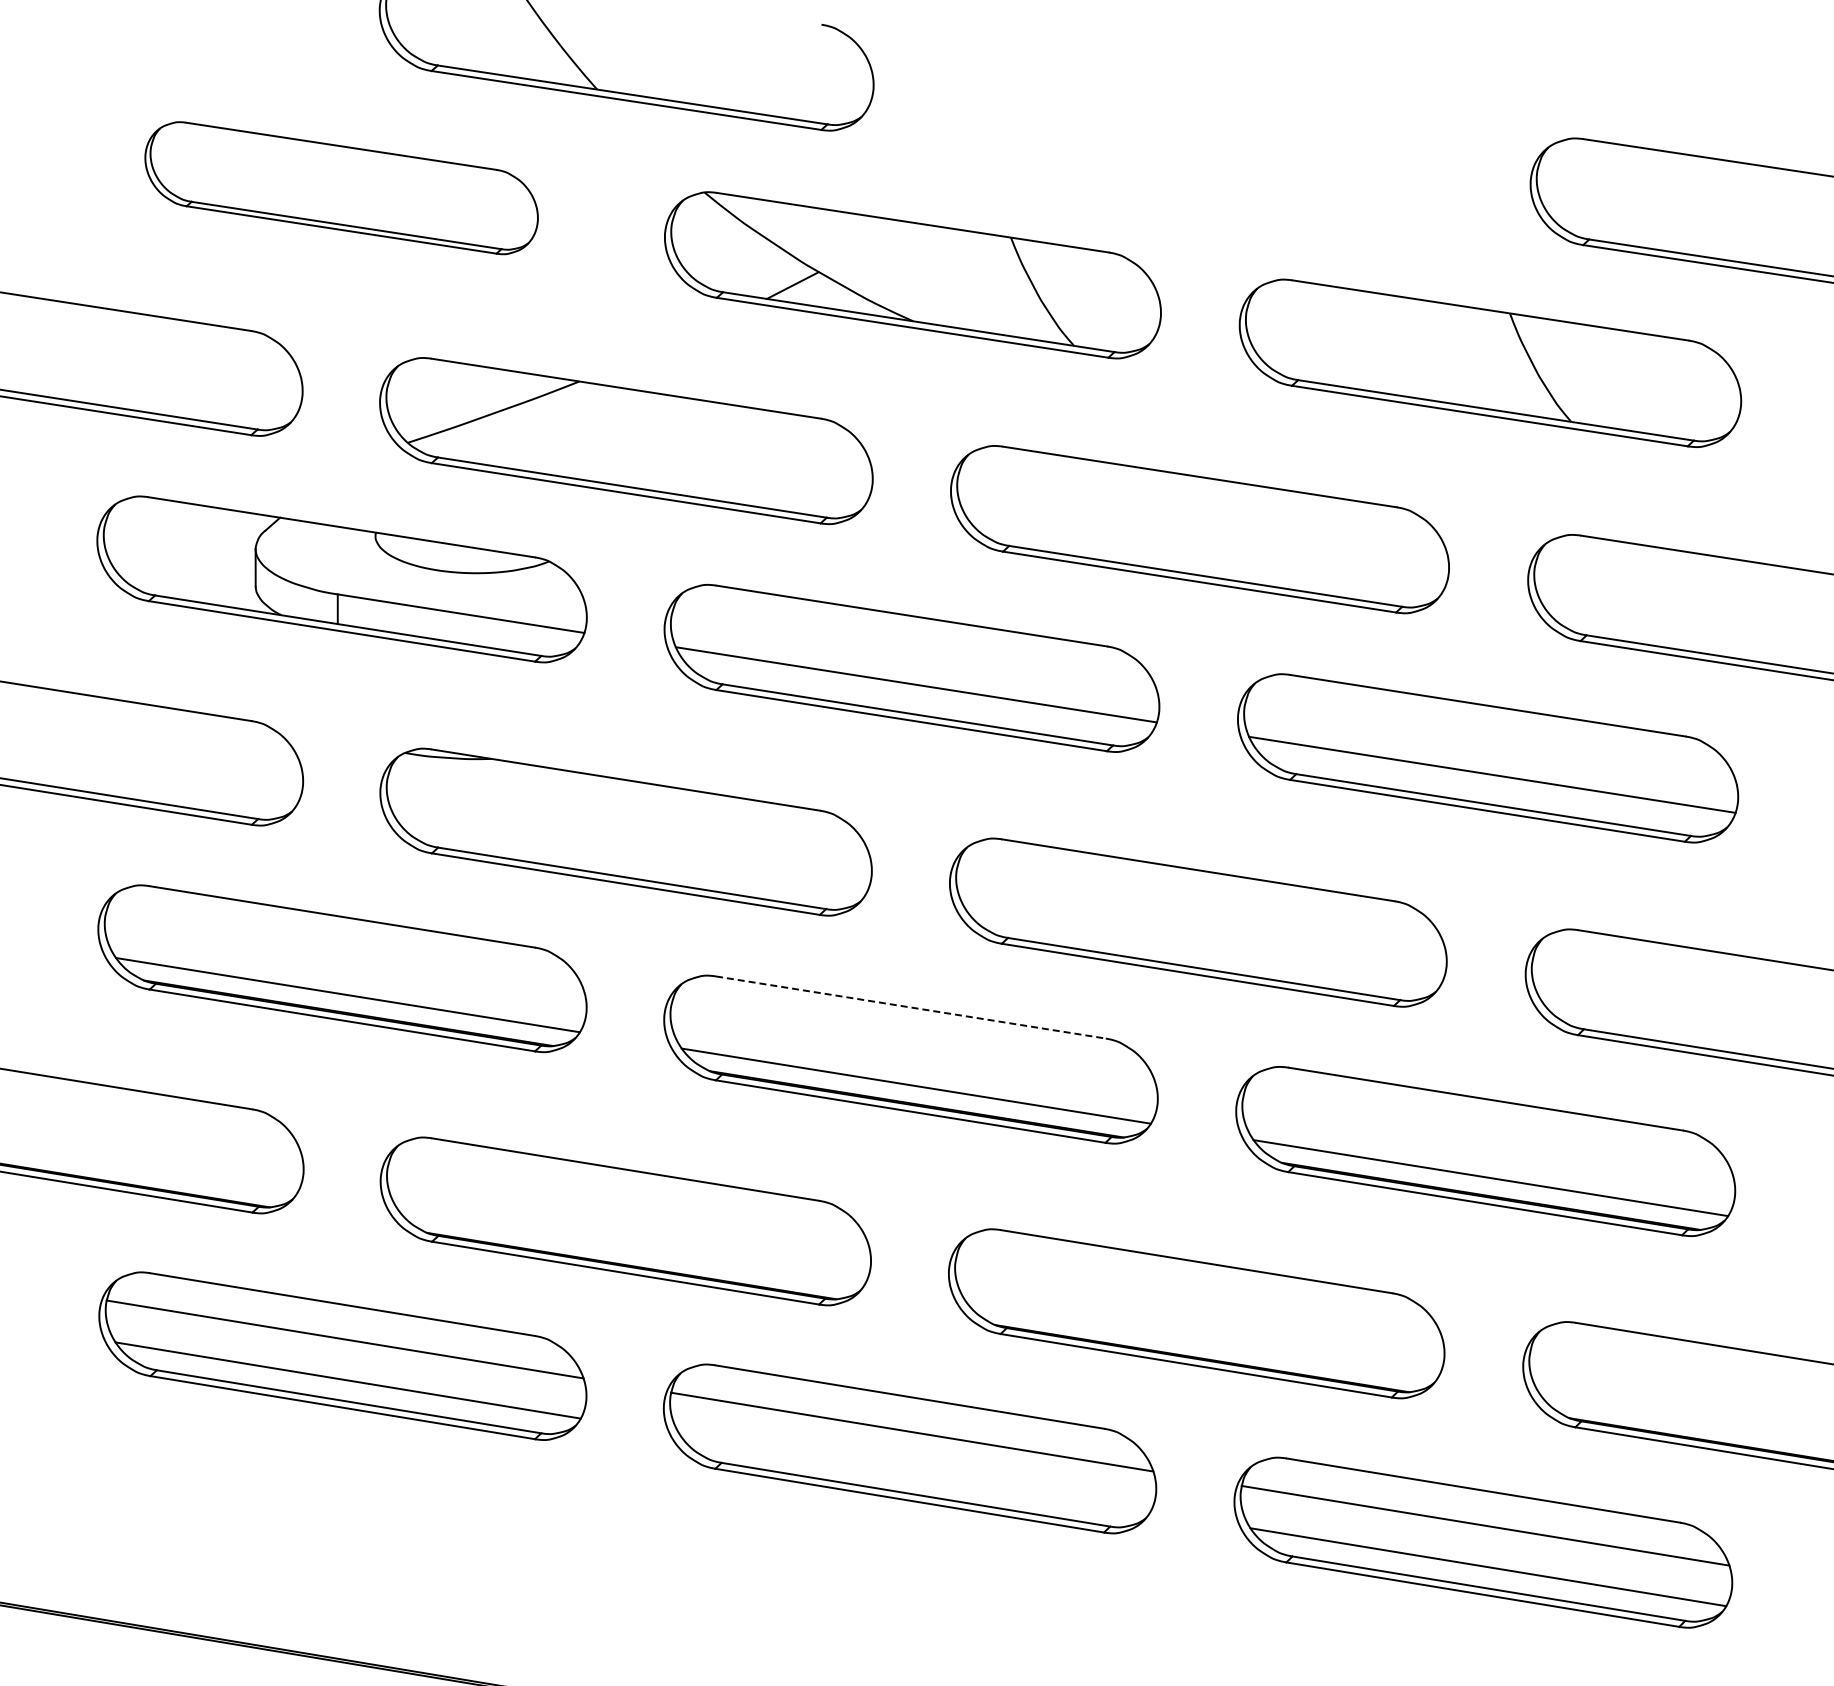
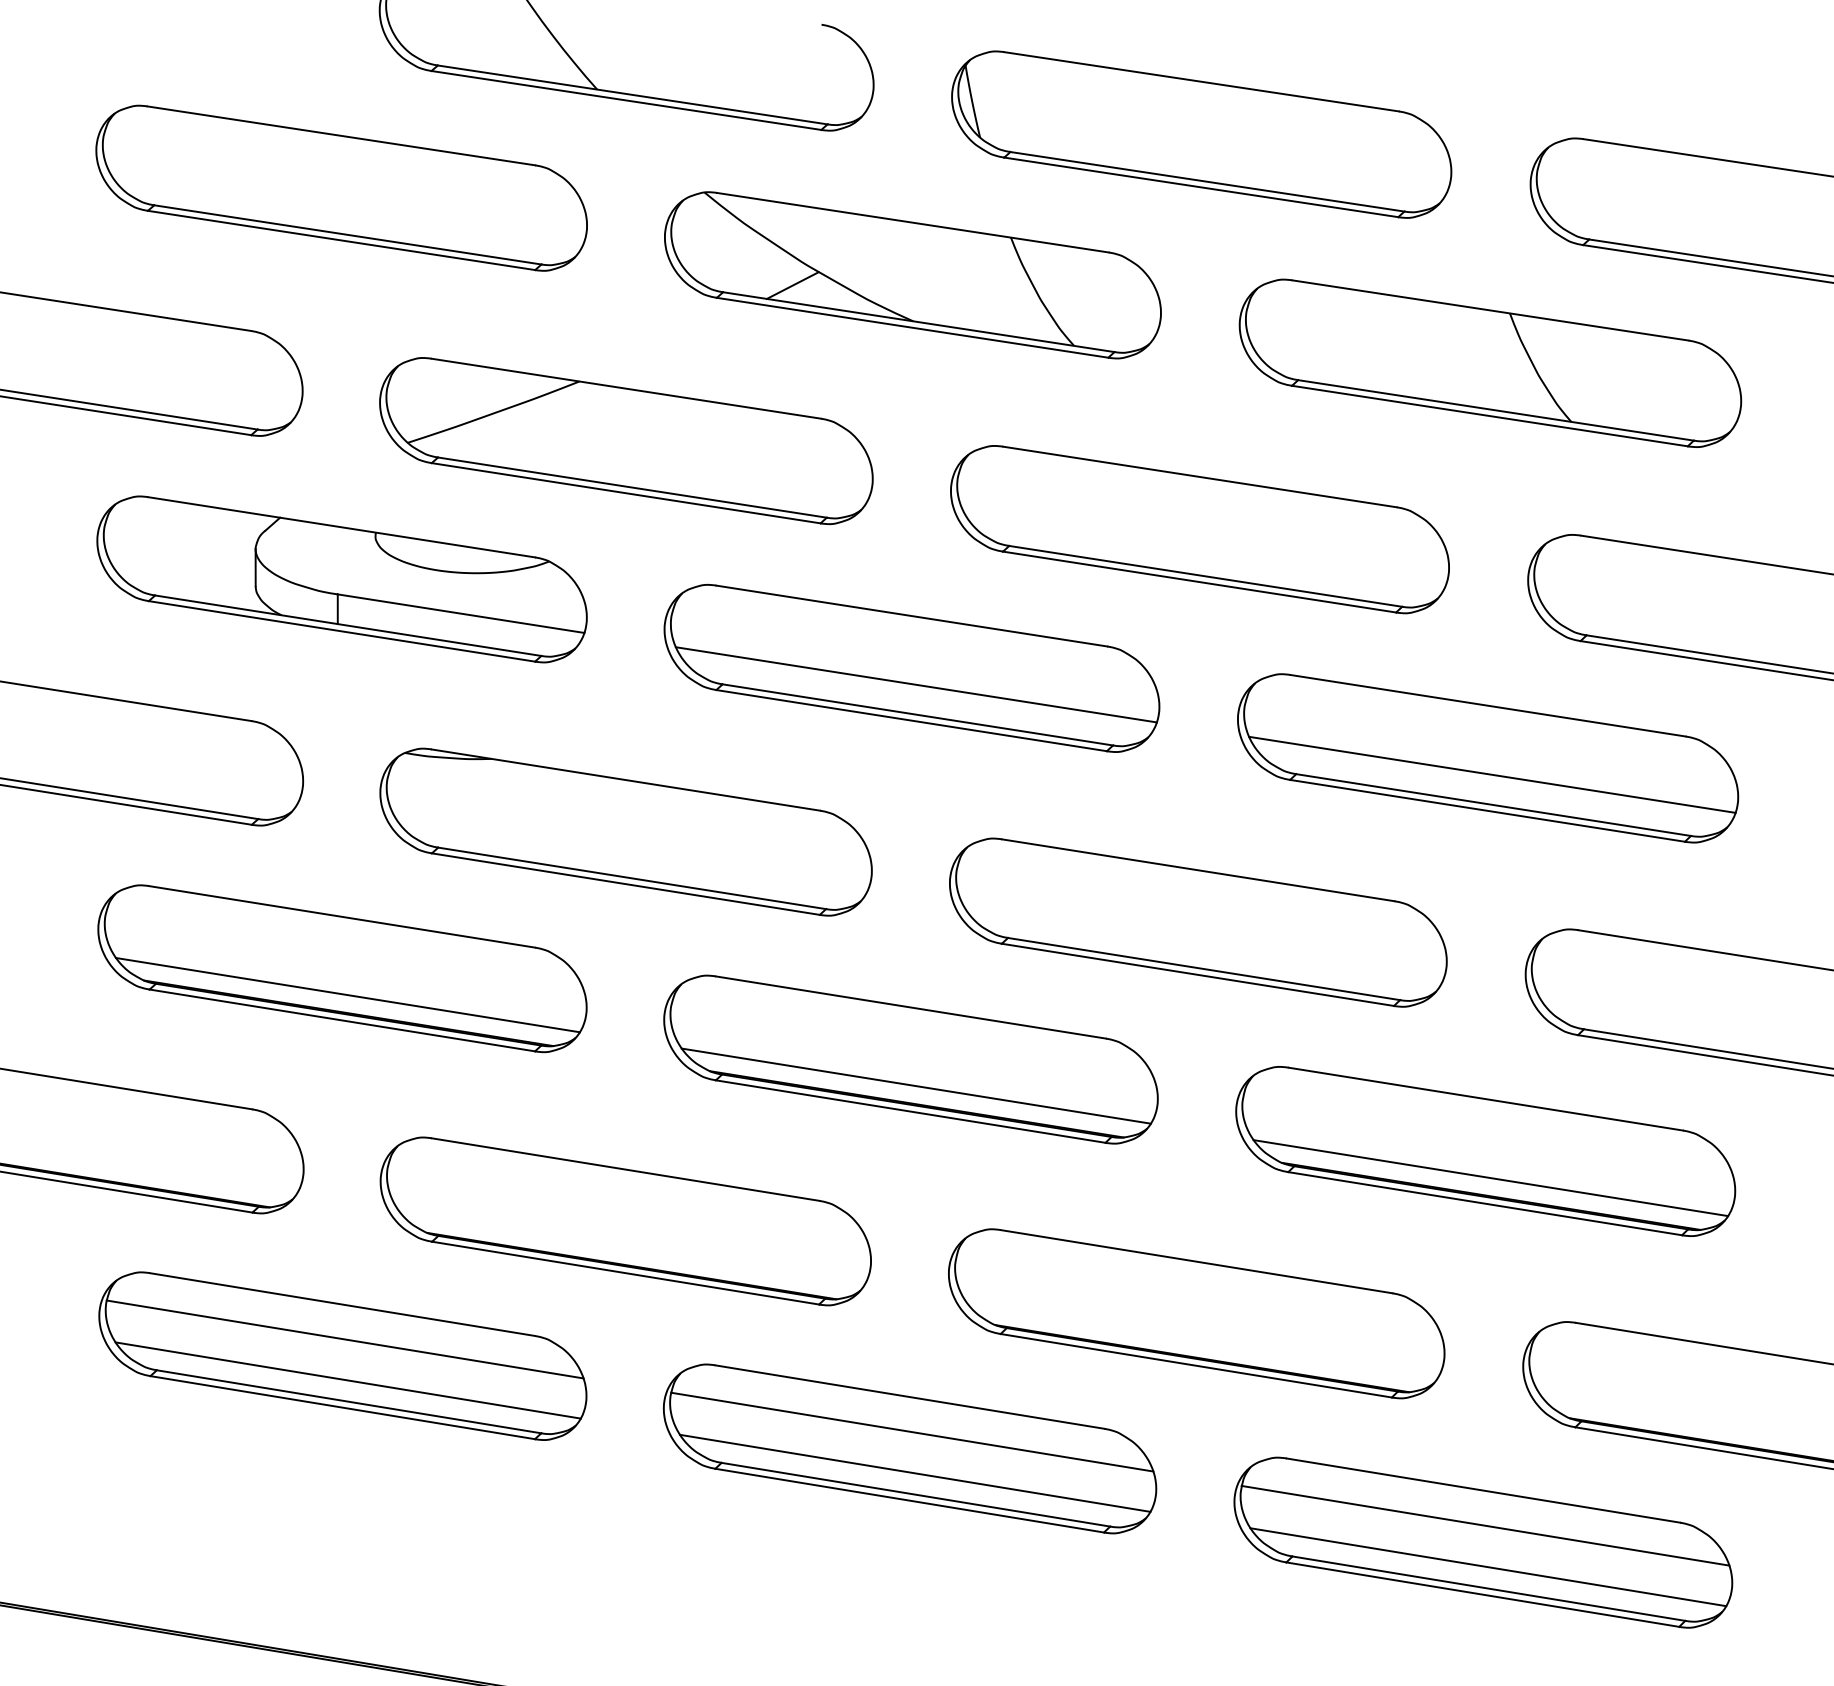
part at (1201, 134): none -> present
part at (341, 188) size: 395x135 px -> 493x168 px
line at (911, 1007): dashed -> solid
line at (914, 1472): none -> present
